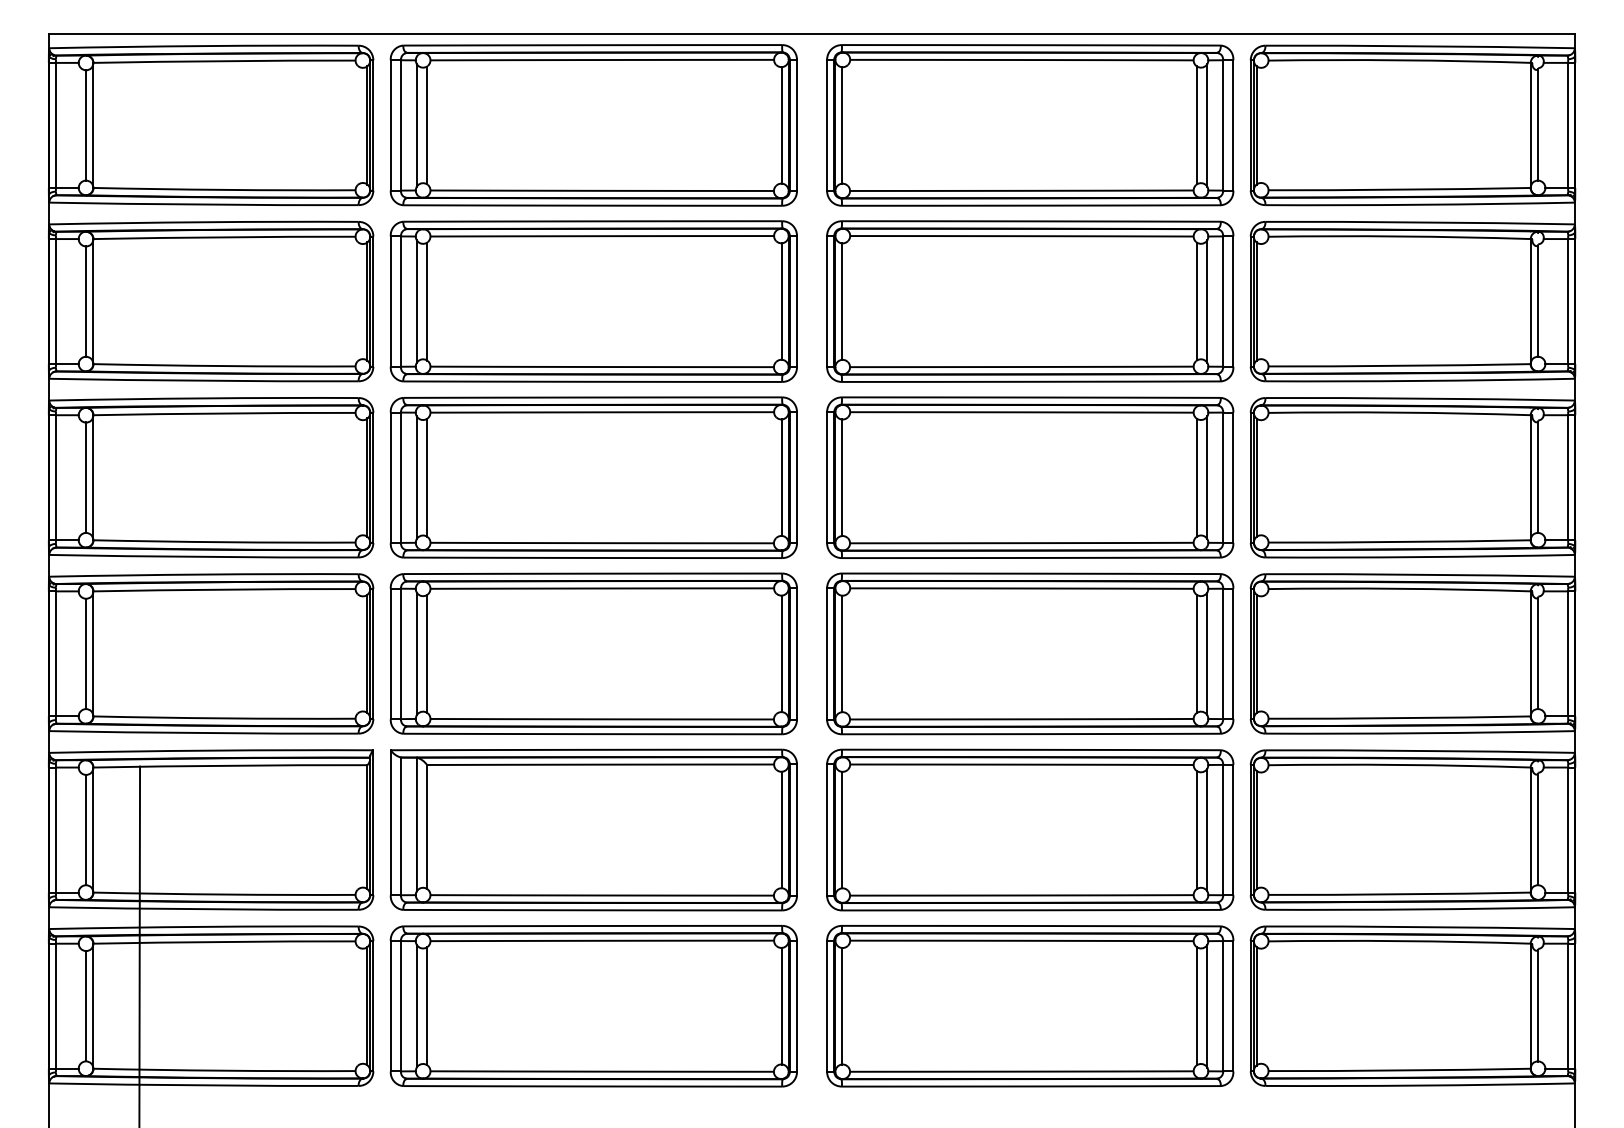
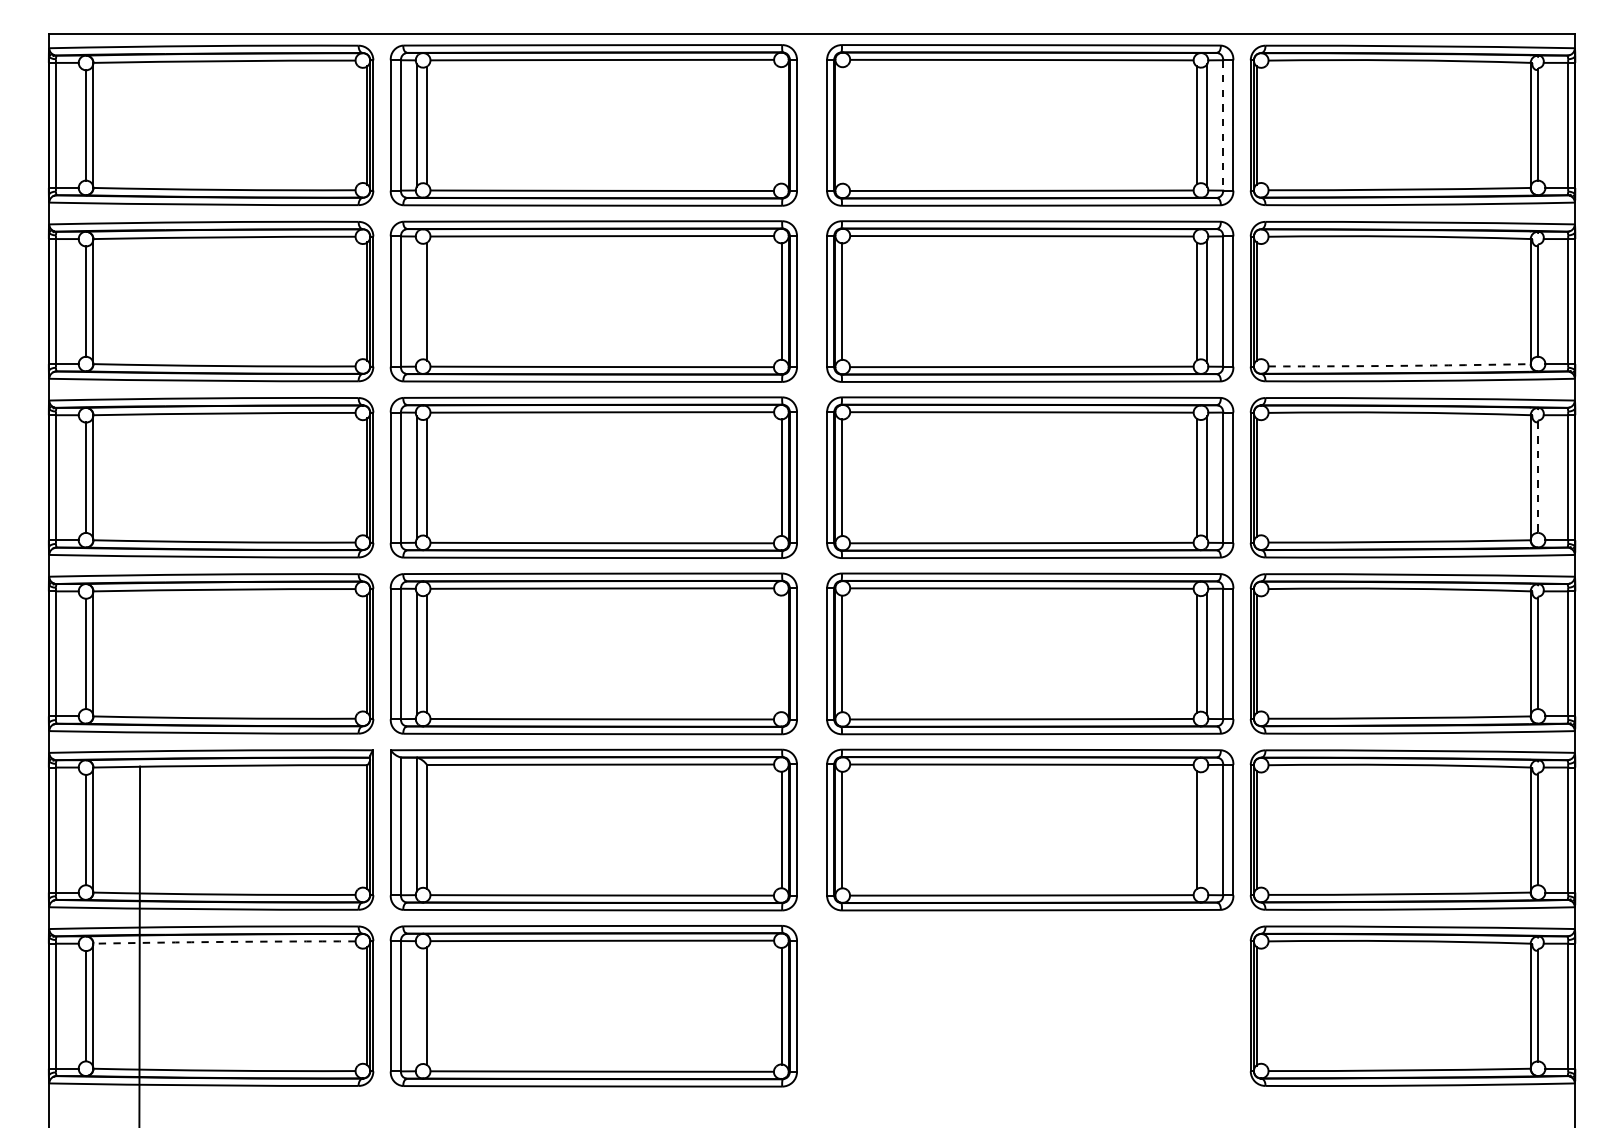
line at (781, 125): present -> none
line at (842, 125): present -> none
line at (1223, 125): solid -> dashed
line at (416, 301): present -> none
arc at (1399, 365): solid -> dashed
line at (1537, 477): solid -> dashed
line at (781, 653): present -> none
line at (1207, 829): present -> none
arc at (224, 941): solid -> dashed
line at (416, 1005): present -> none
part at (1030, 1006): present -> none
